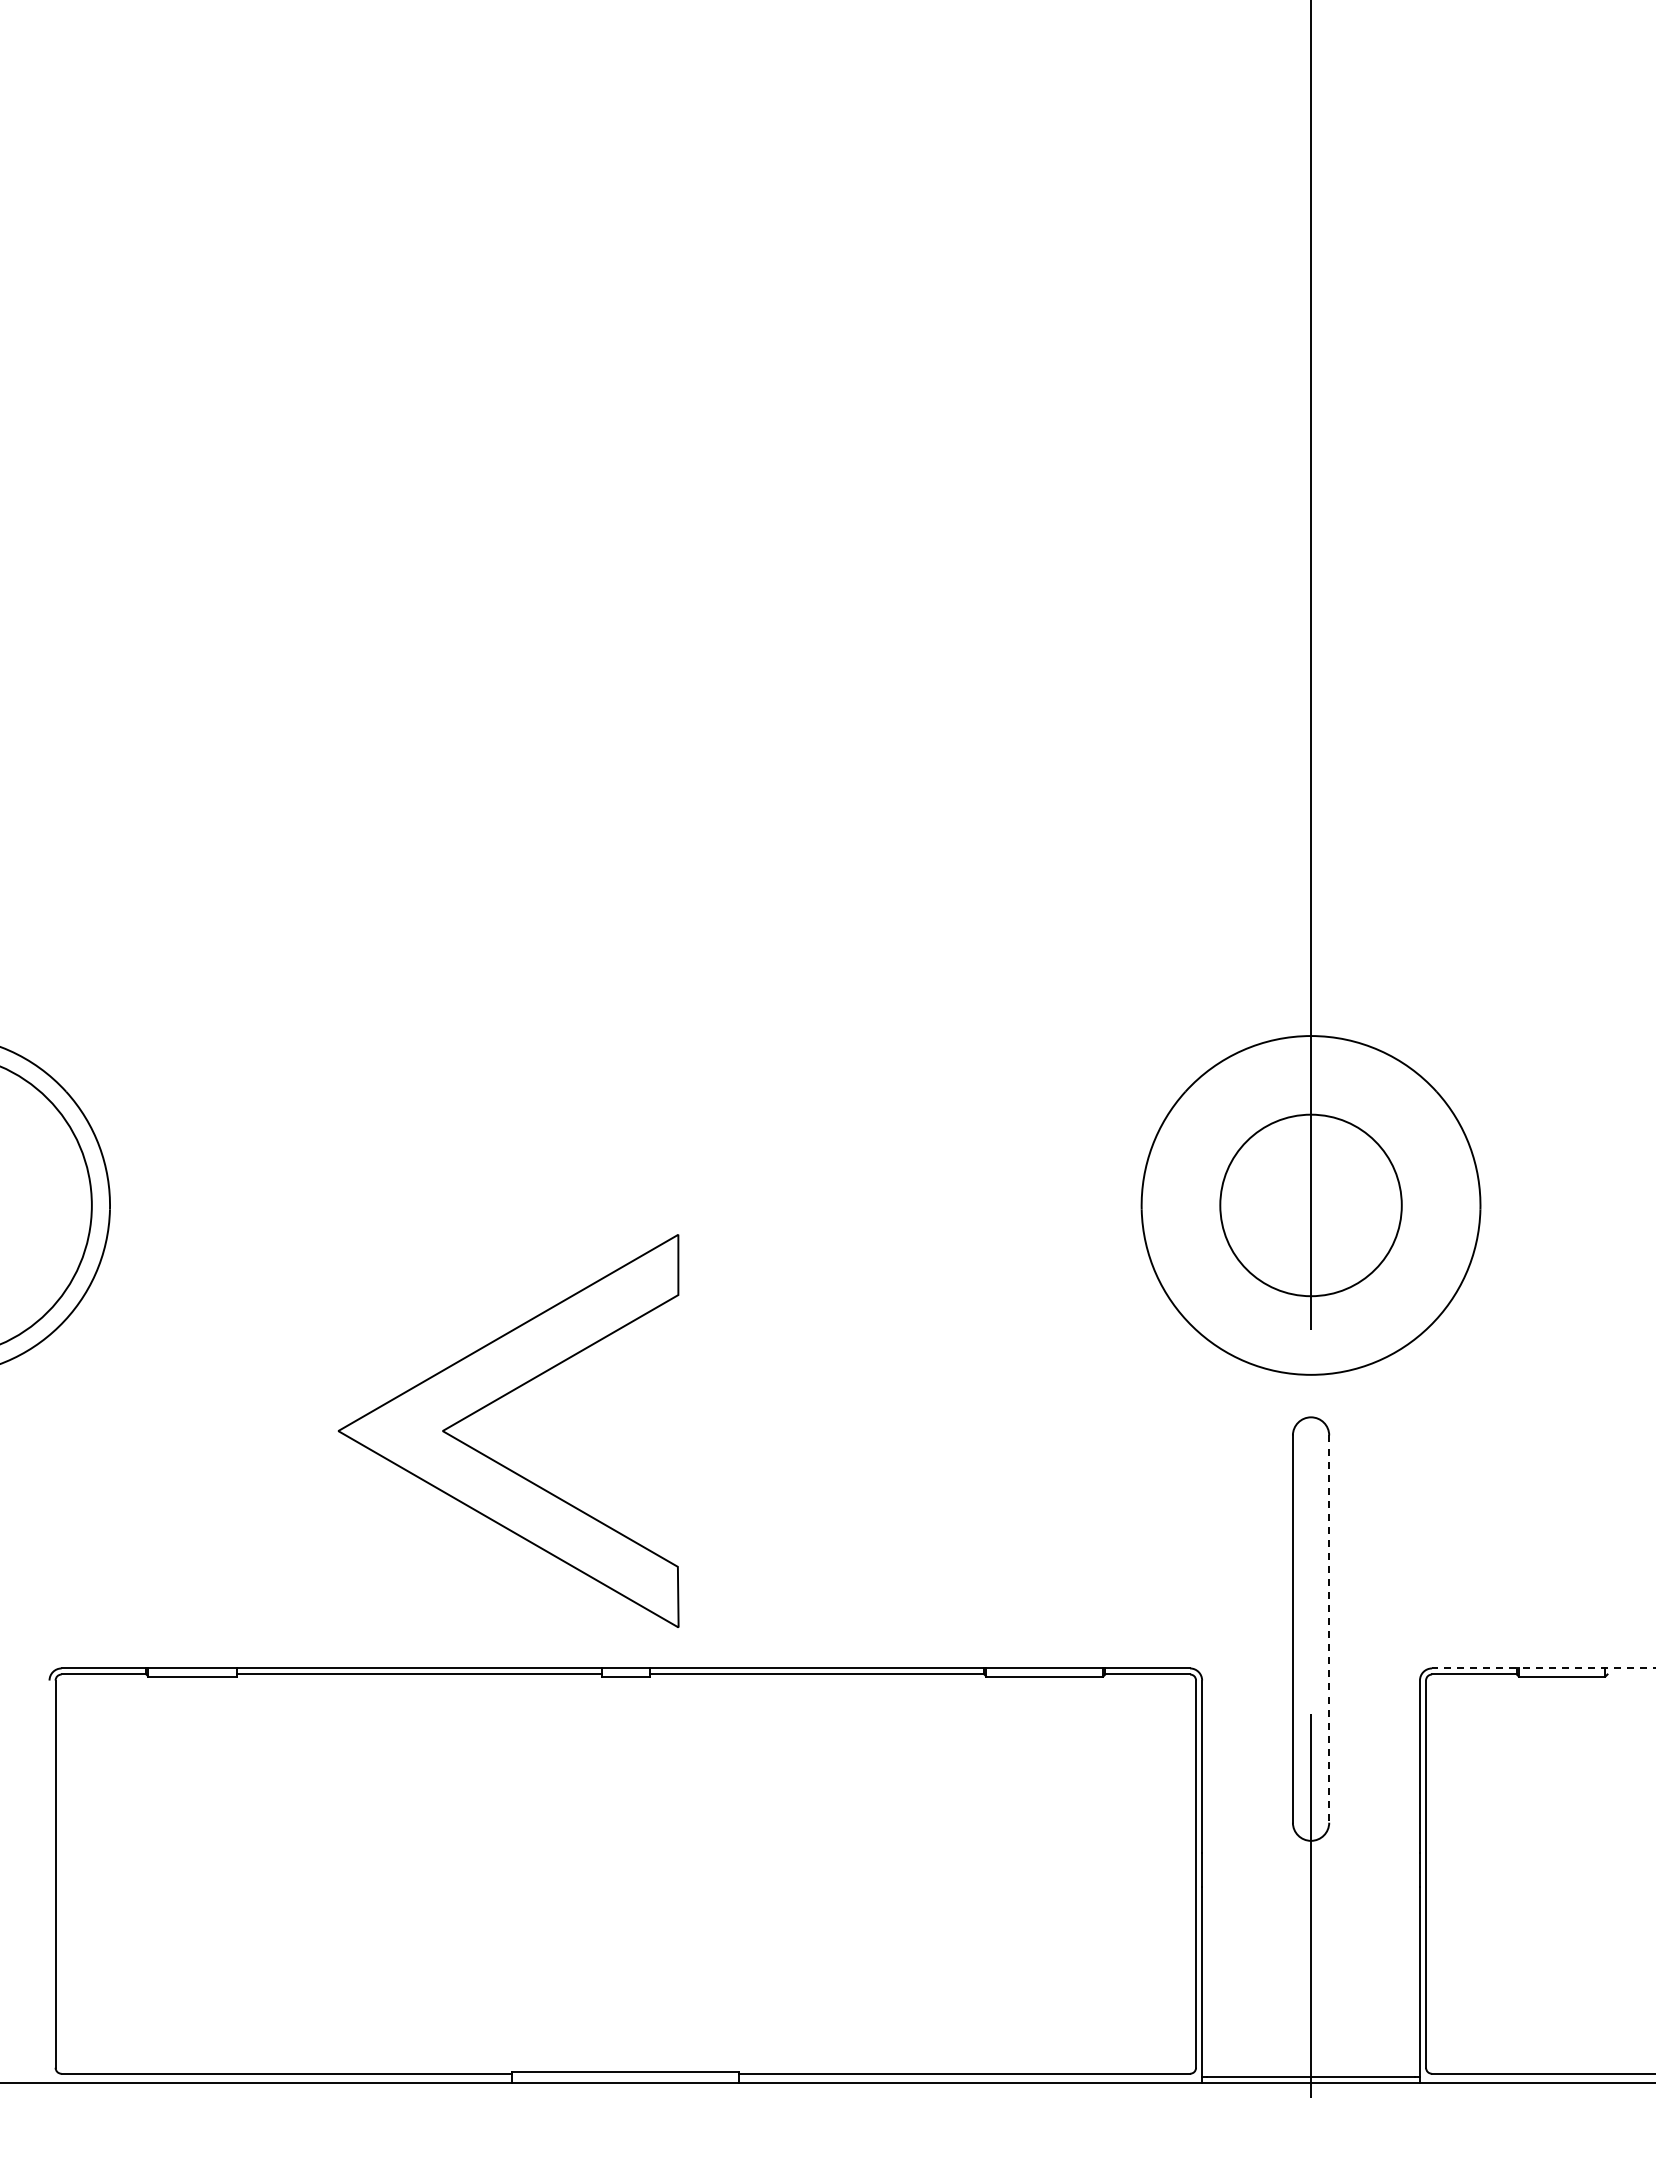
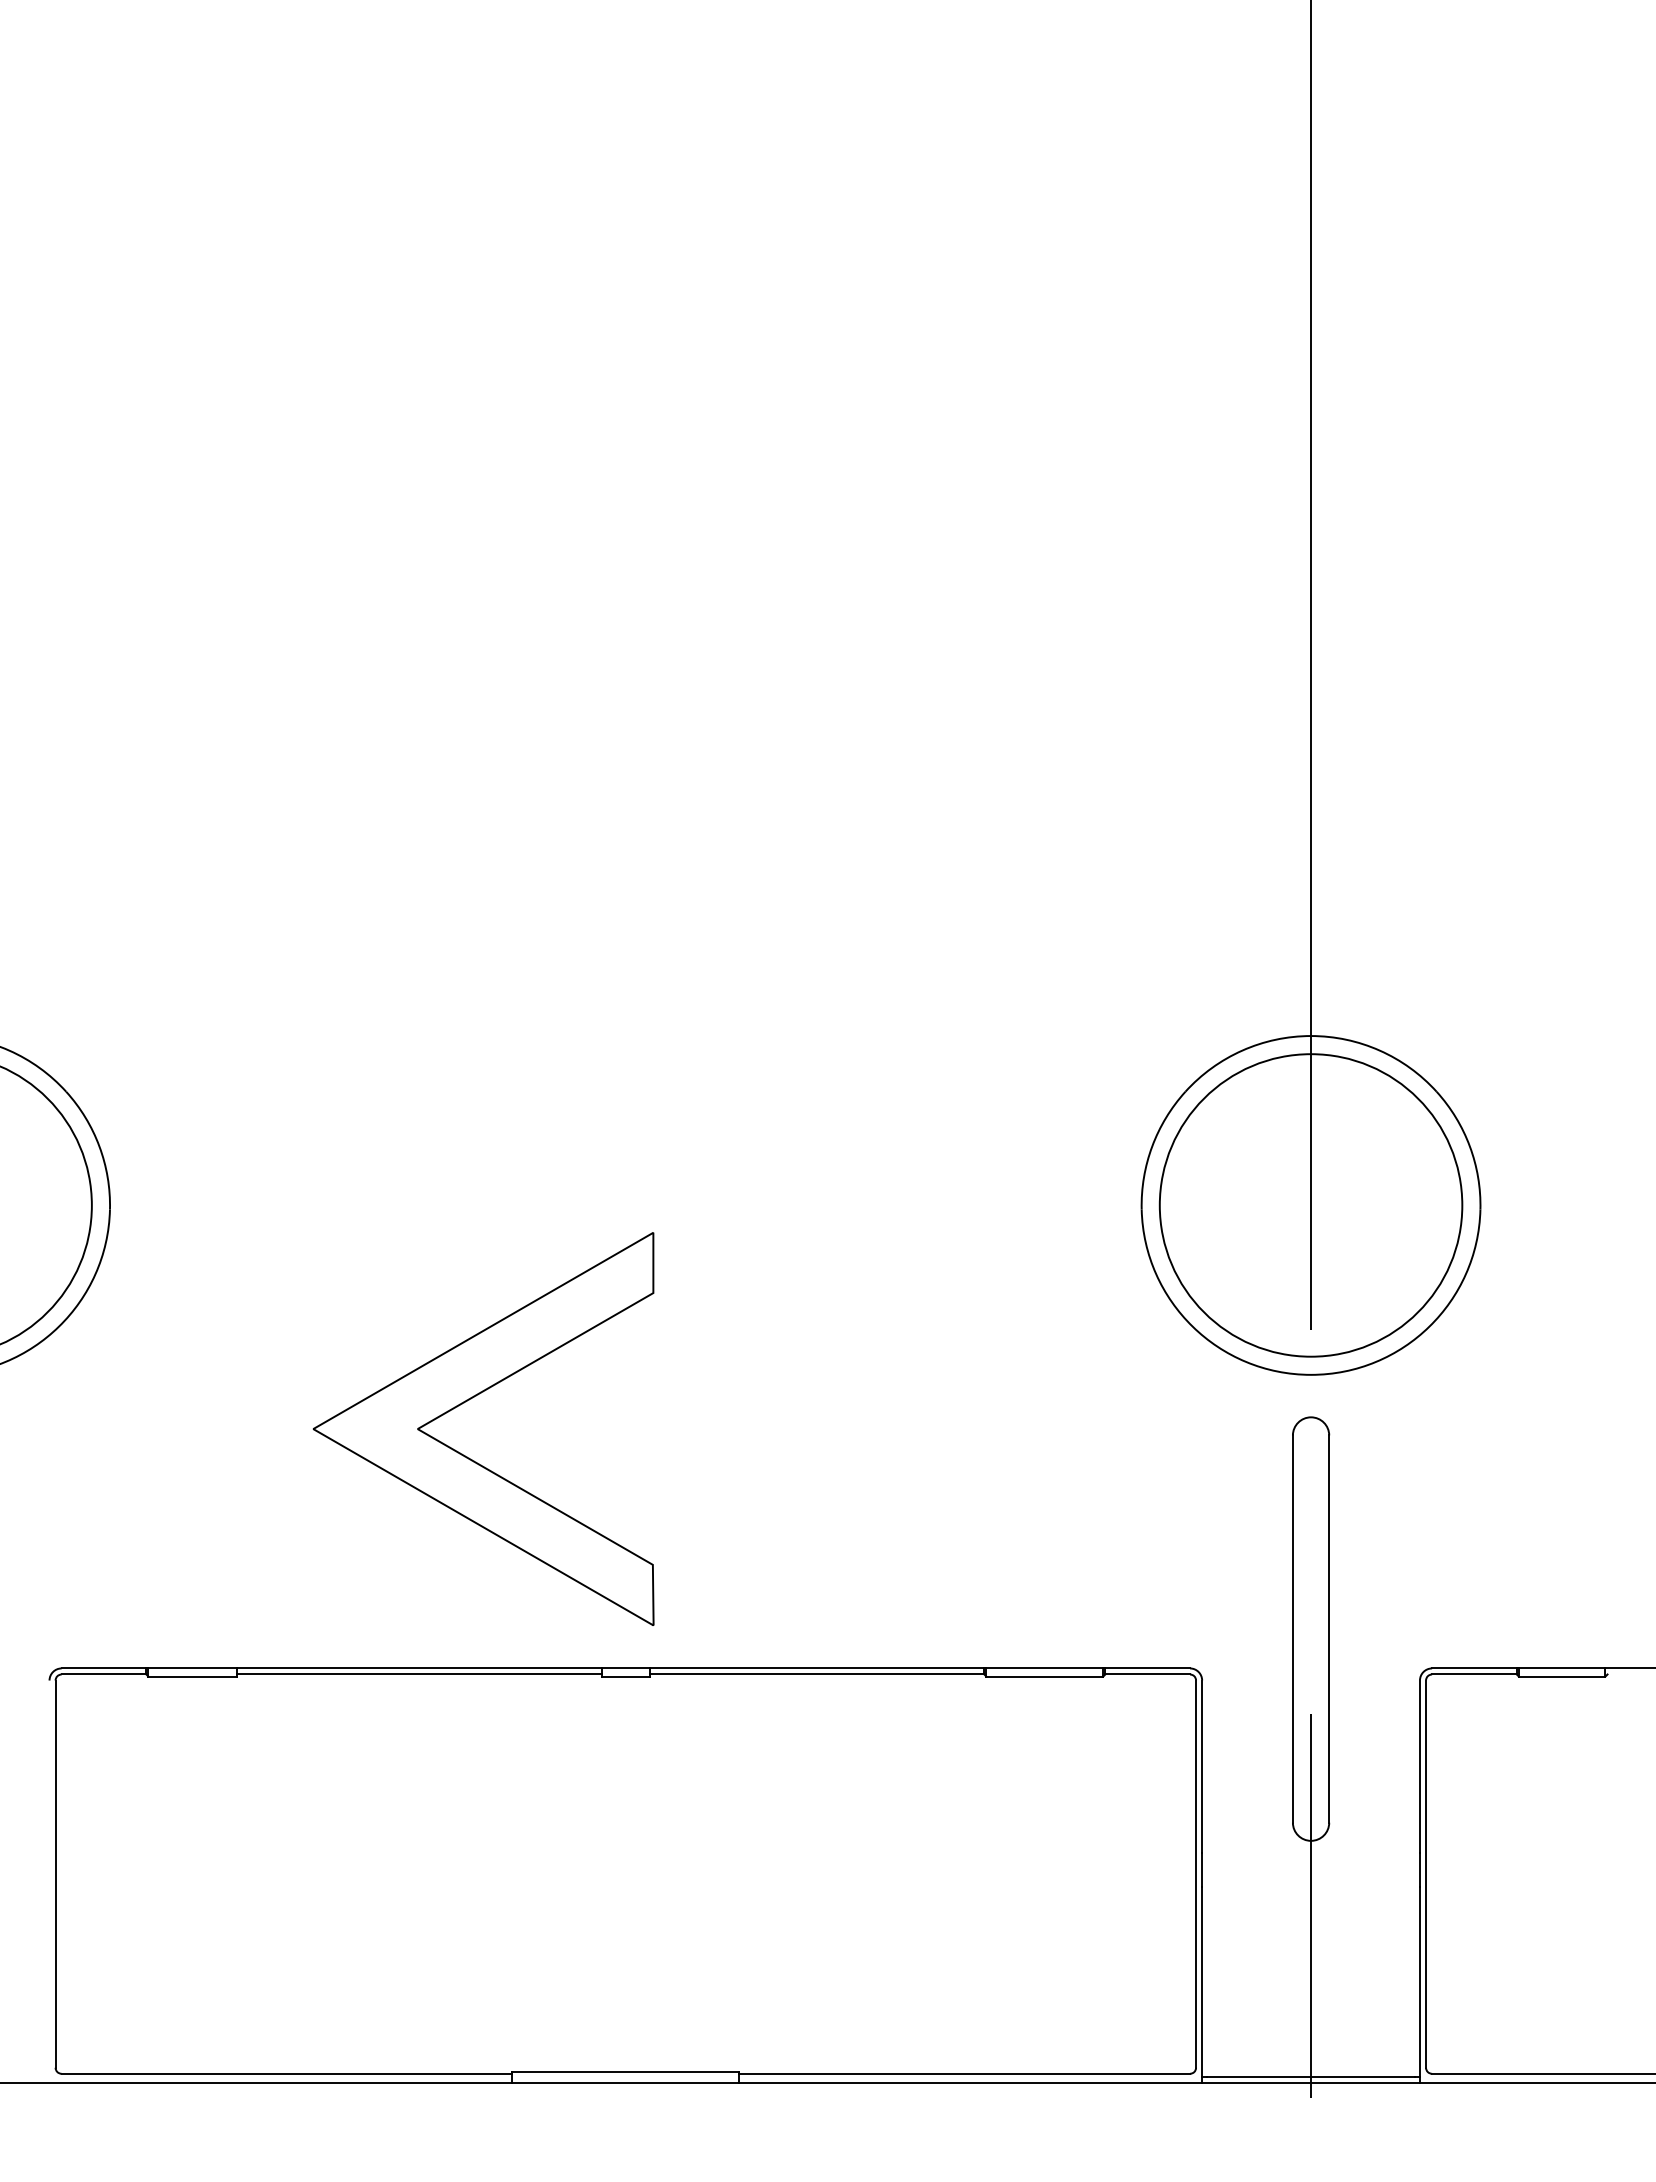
circle at (1310, 1205) diameter: 182 px -> 303 px
part at (494, 1402) position: (494, 1402) -> (469, 1400)
line at (1329, 1629): dashed -> solid
line at (1544, 1668): dashed -> solid
